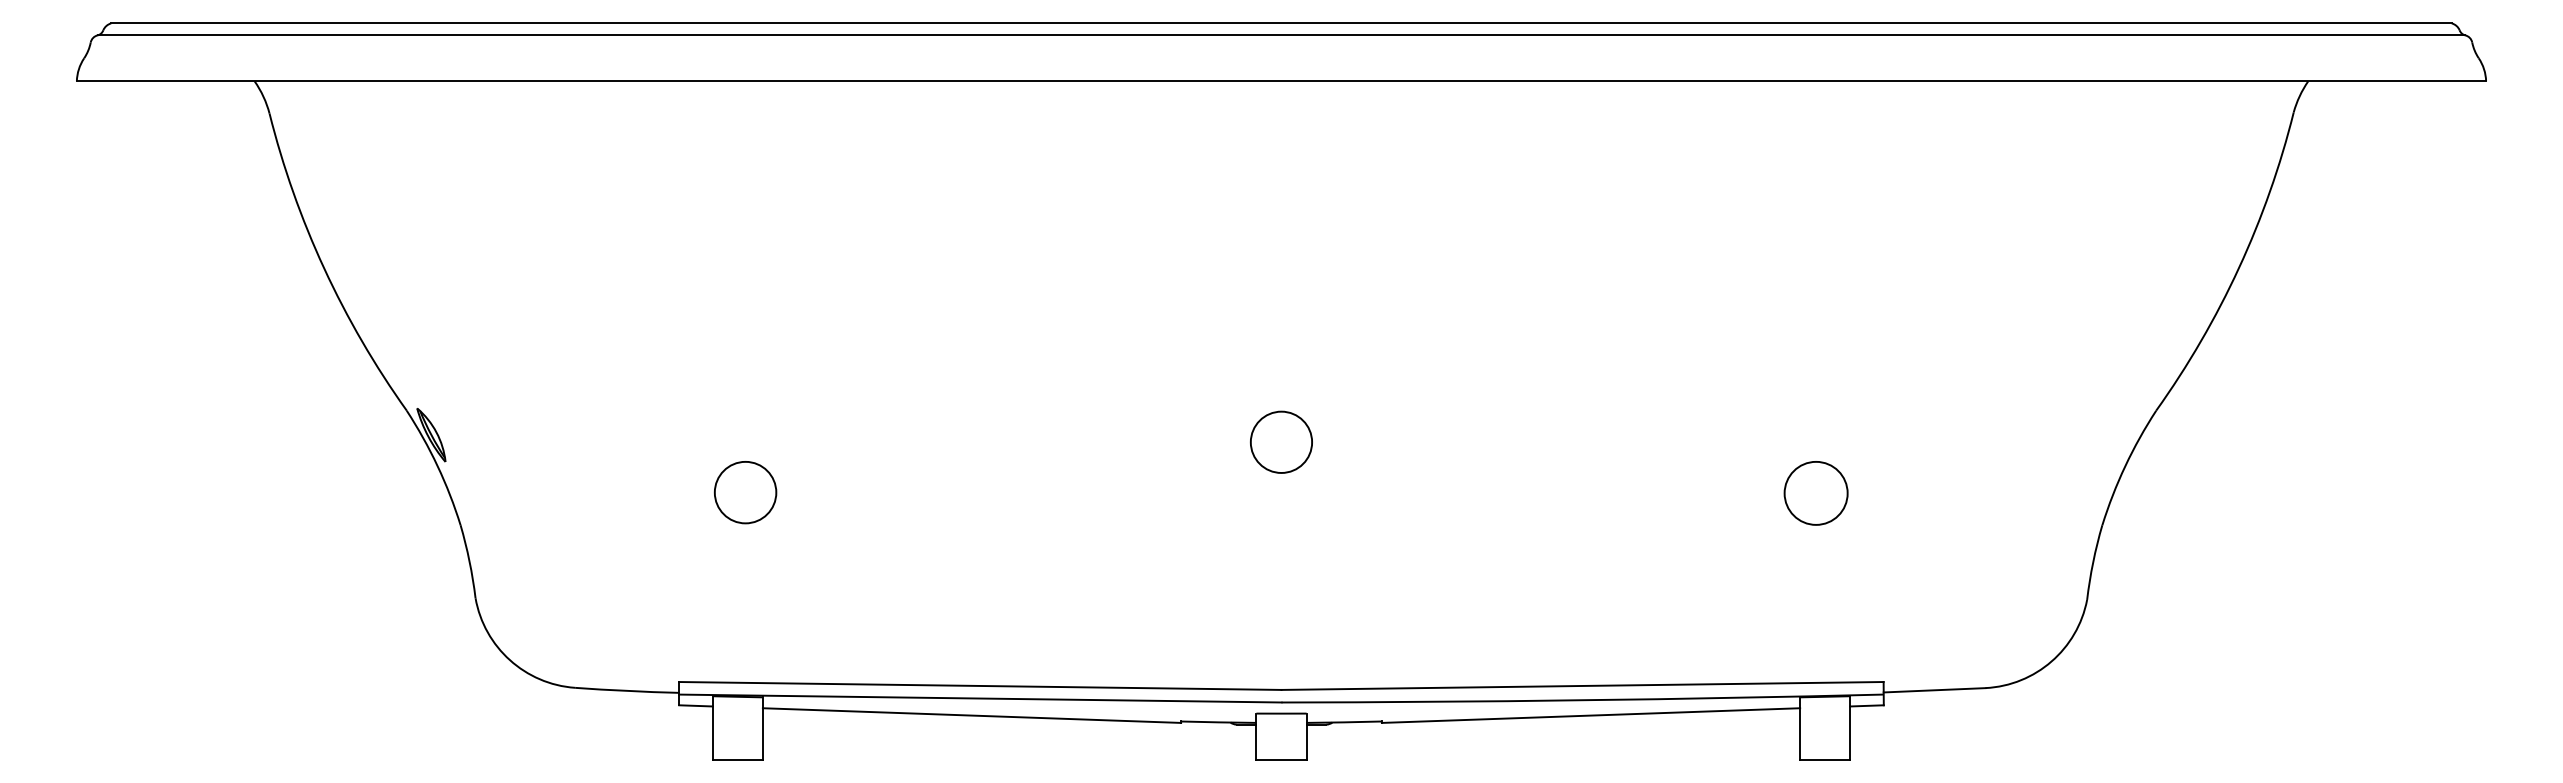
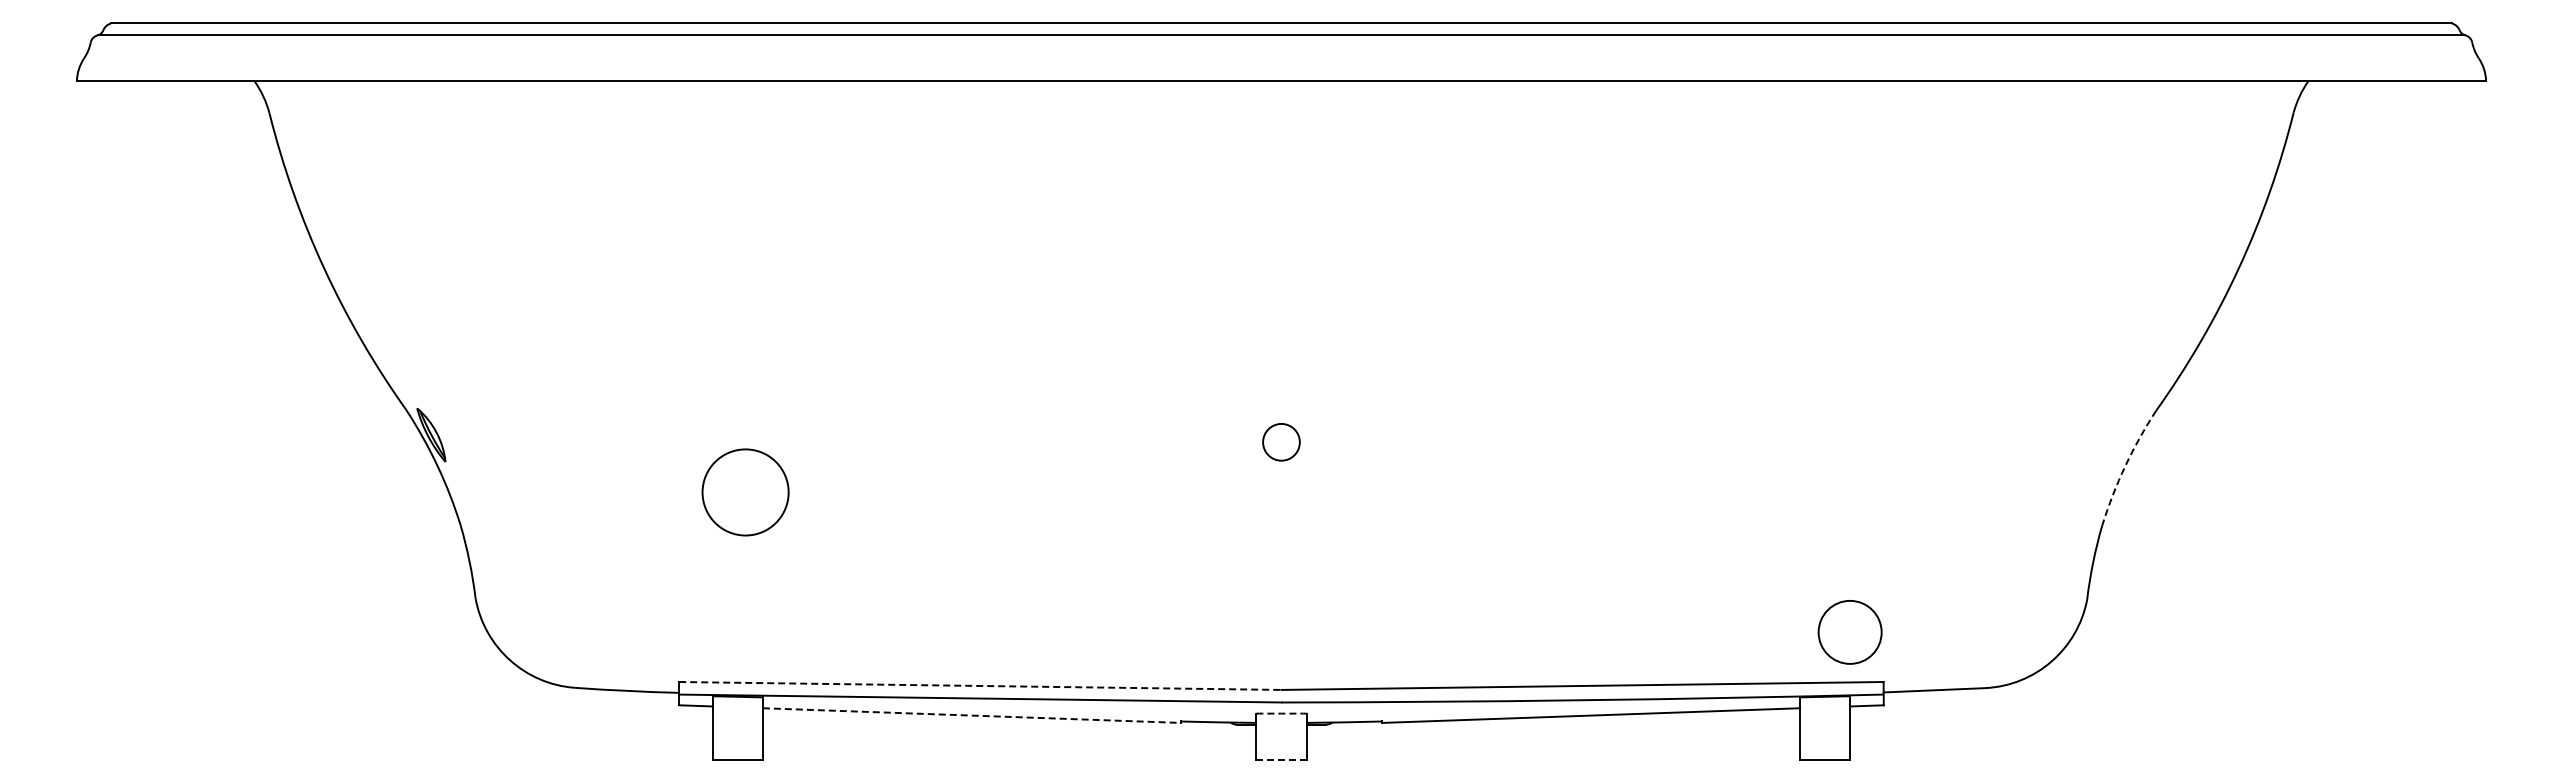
circle at (1281, 441) diameter: 61 px -> 37 px
arc at (2125, 466): solid -> dashed
circle at (745, 492) size: 65x64 px -> 89x89 px
circle at (1815, 493) position: (1815, 493) -> (1849, 632)
line at (980, 685): solid -> dashed
arc at (1281, 713): solid -> dashed
line at (972, 715): solid -> dashed
line at (1281, 759): solid -> dashed
